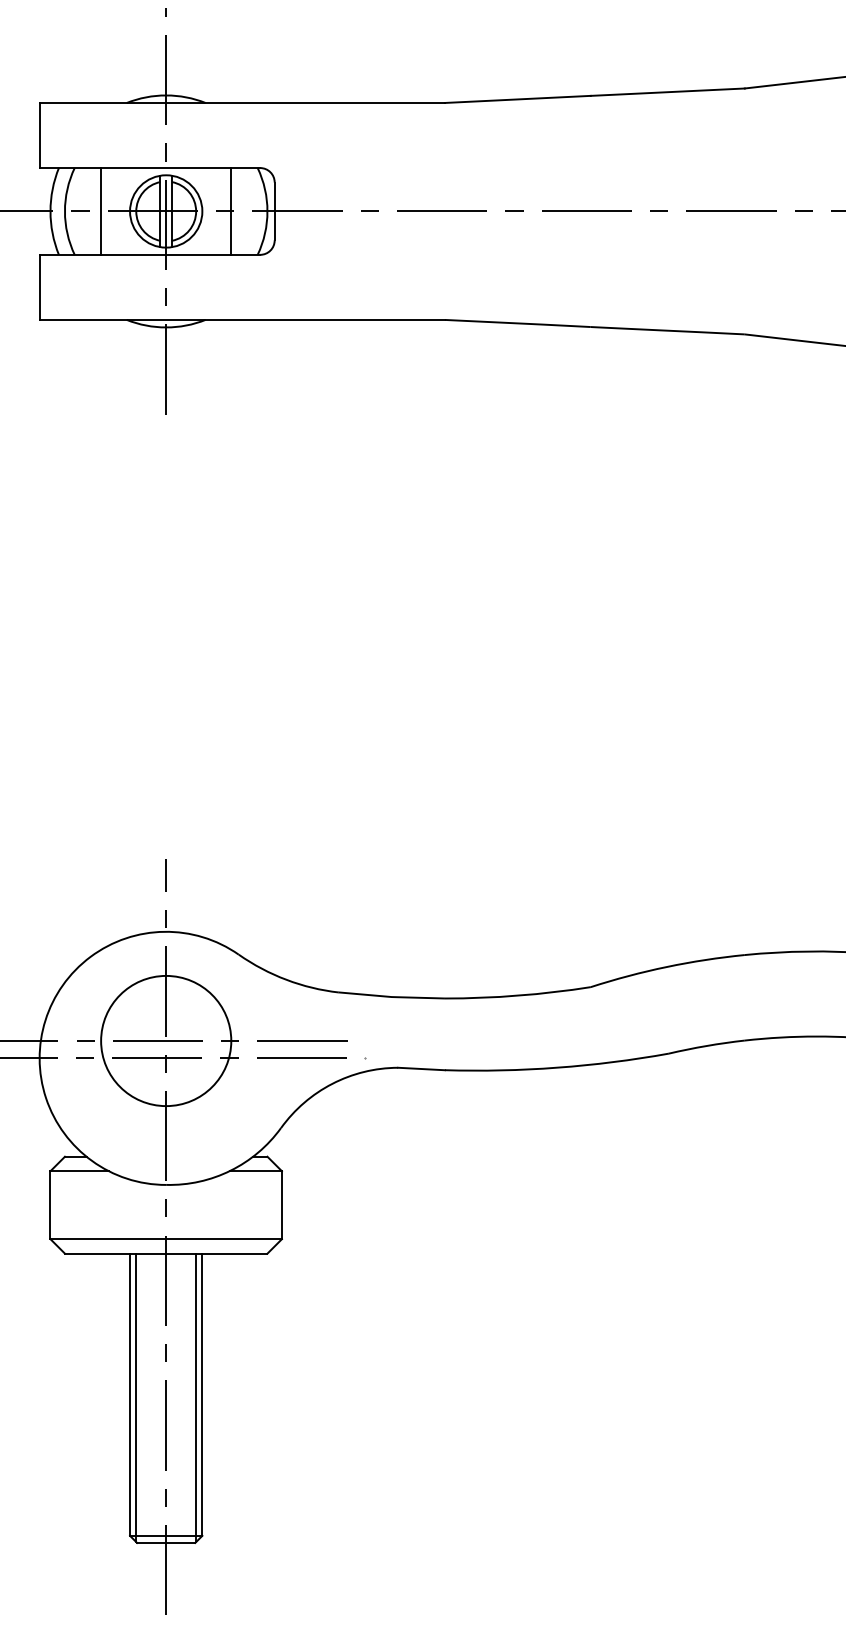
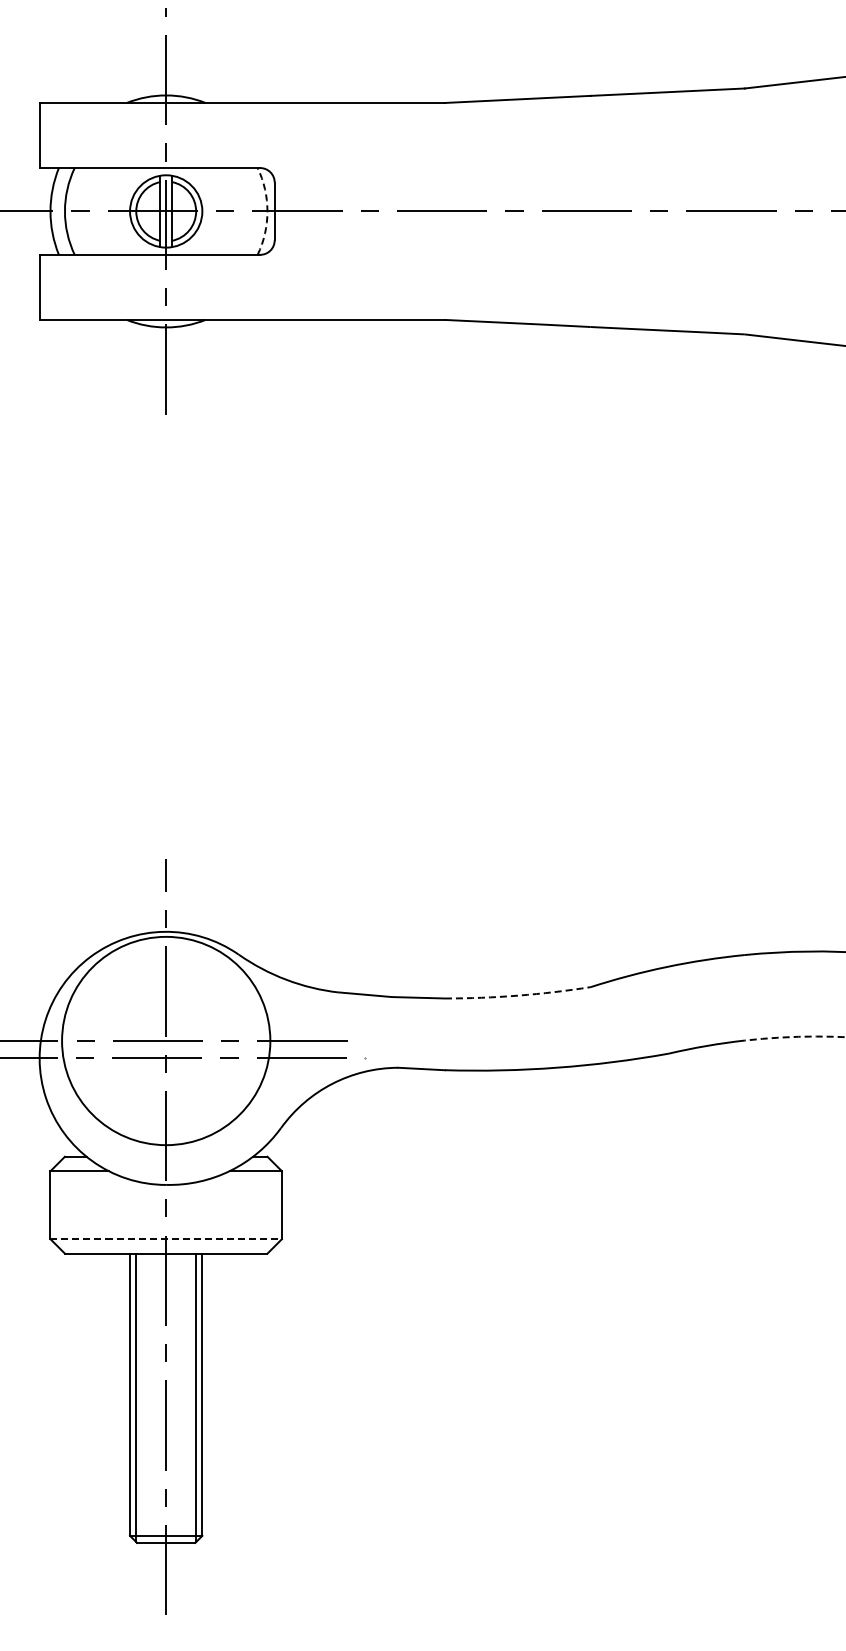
line at (101, 211): present -> none
line at (231, 211): present -> none
arc at (267, 211): solid -> dashed
arc at (518, 995): solid -> dashed
arc at (795, 1036): solid -> dashed
circle at (166, 1040) diameter: 130 px -> 208 px
line at (166, 1239): solid -> dashed
